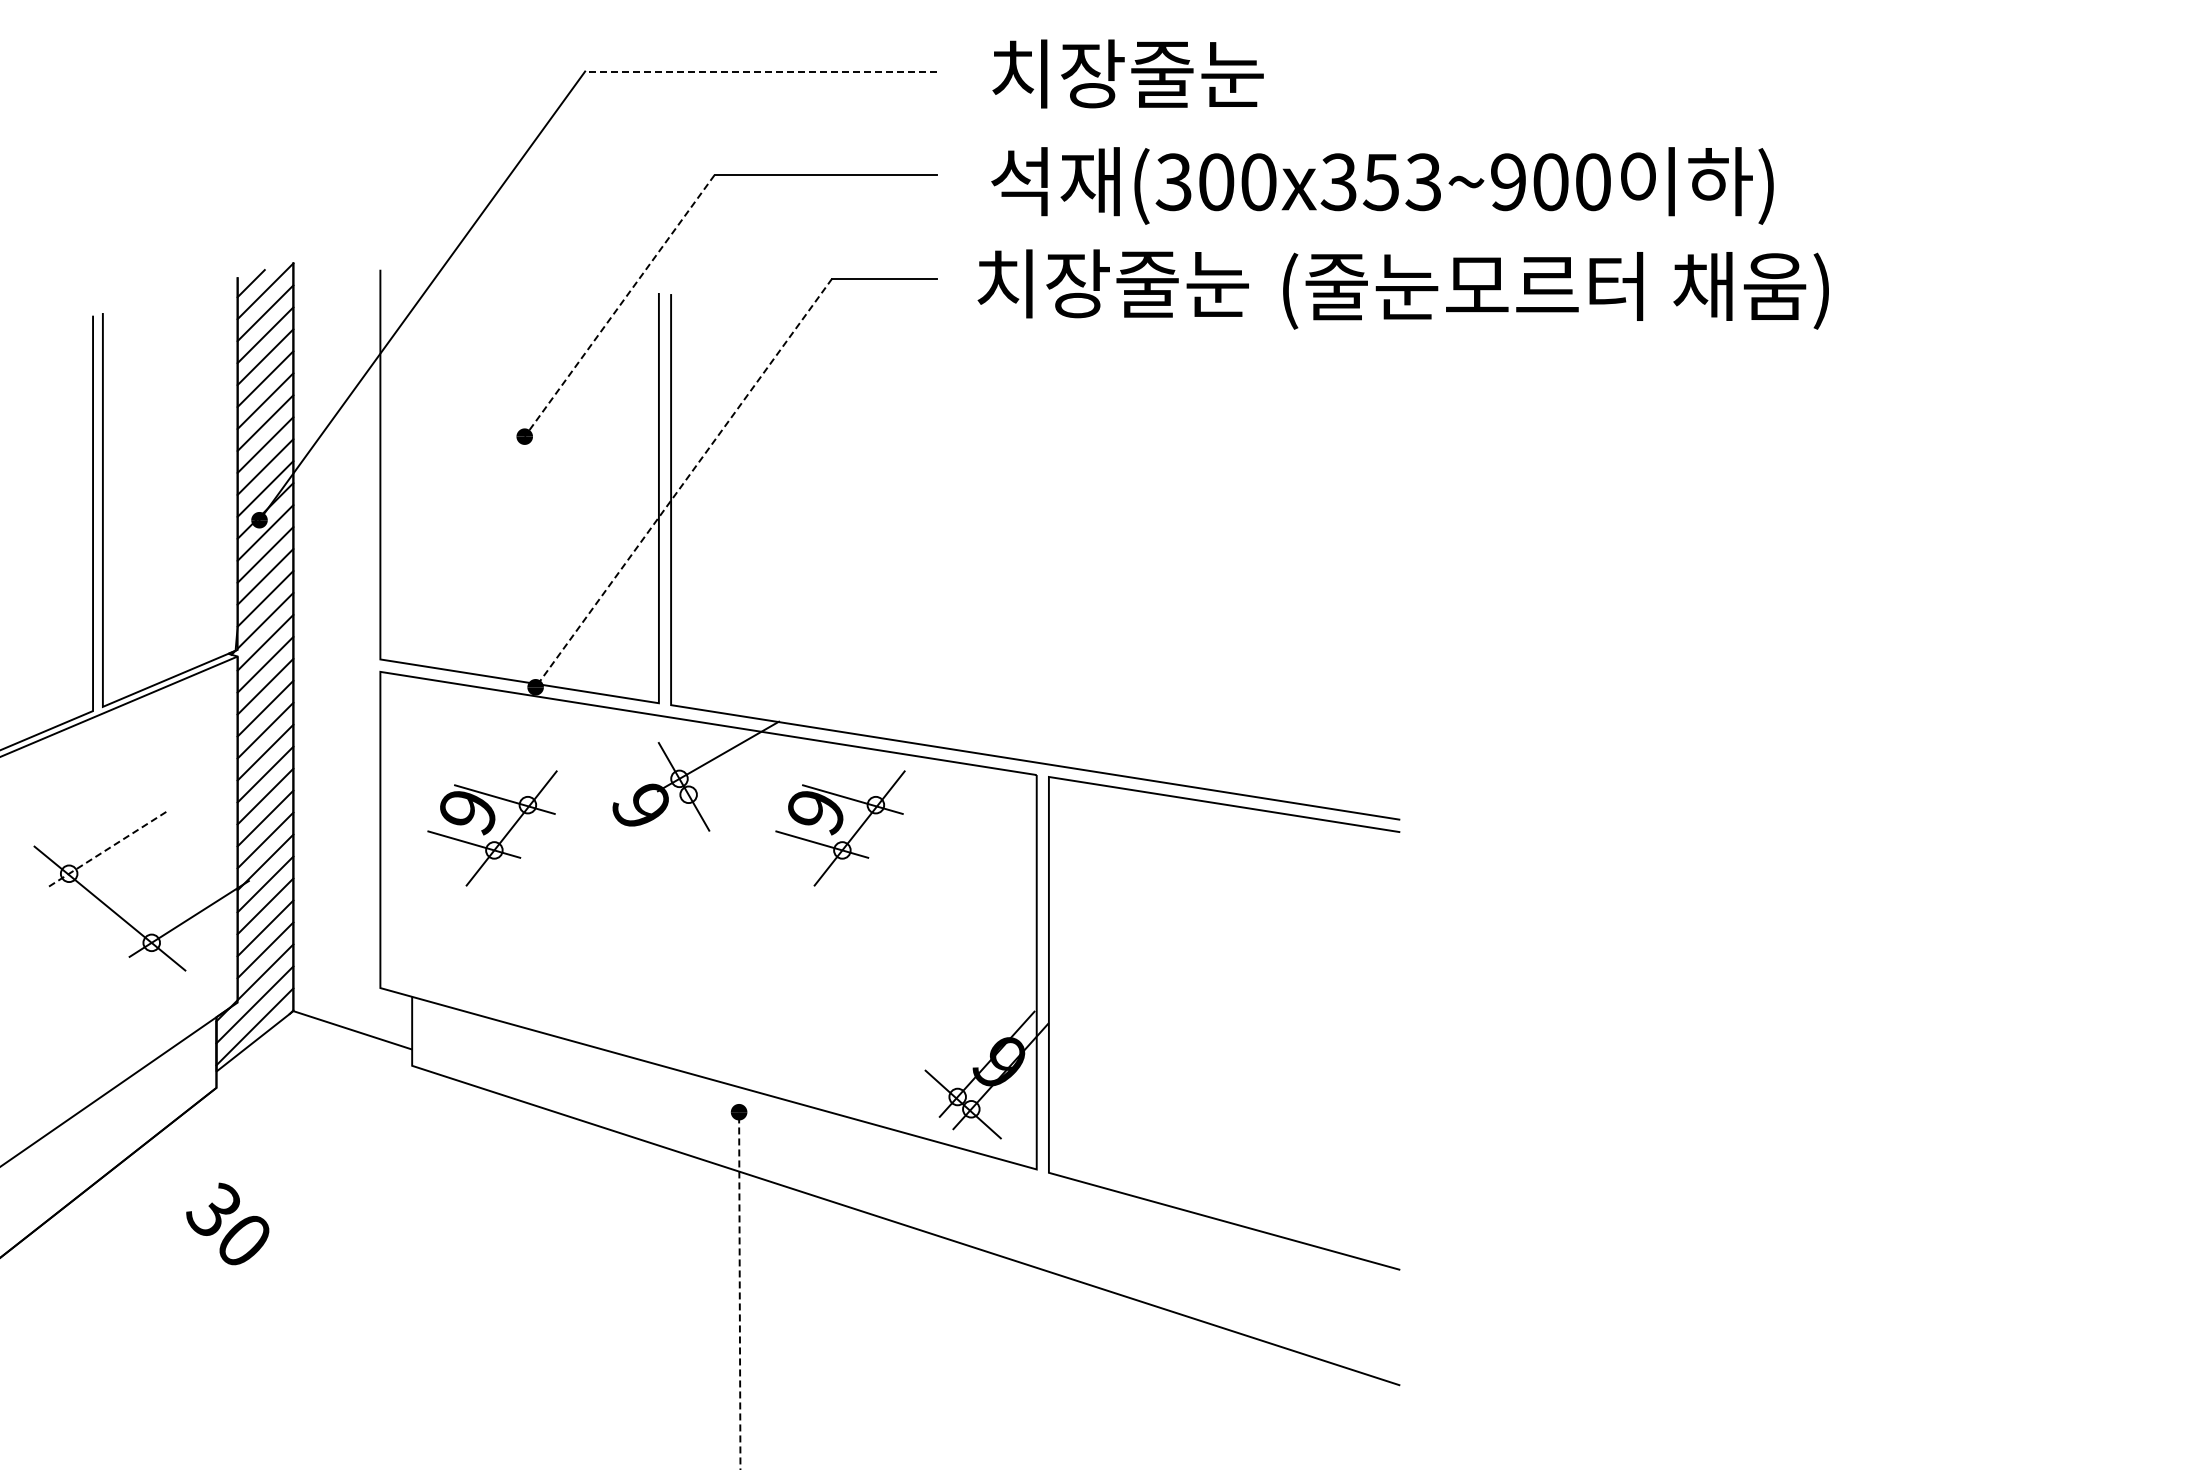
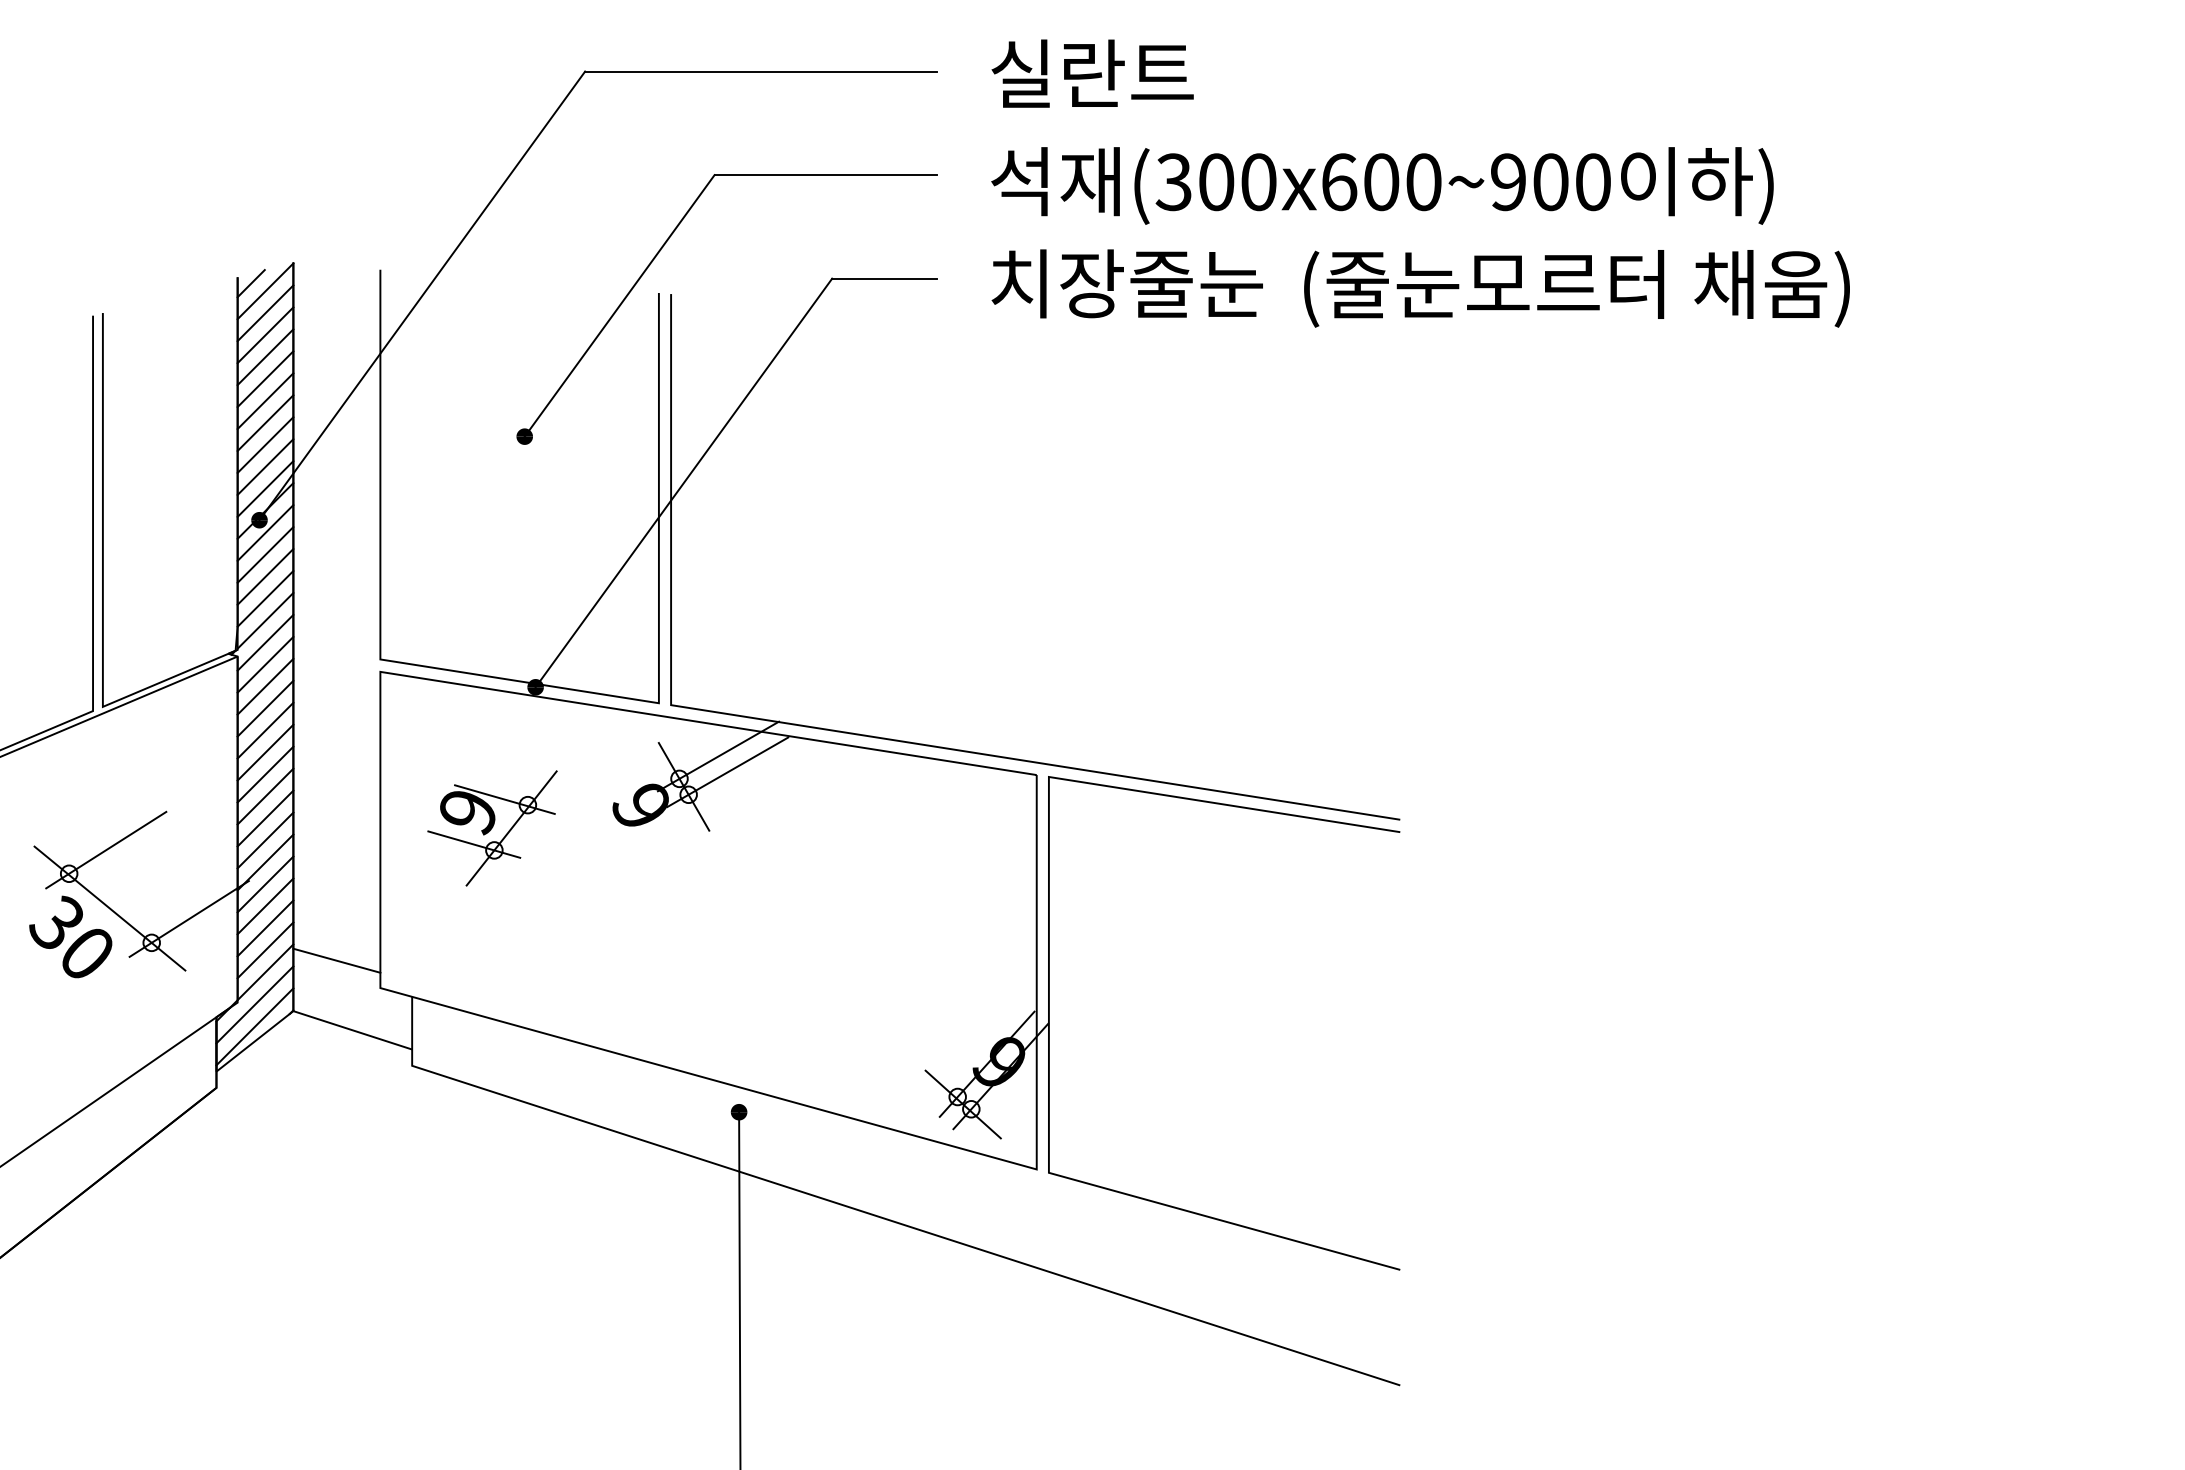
line at (760, 71): dashed -> solid
text at (1127, 74): 치장줄눈 -> 실란트
text at (1380, 182): (300x353~900 -> (300x600~900
text at (1112, 283) position: (1112, 283) -> (1126, 283)
text at (1555, 290) position: (1555, 290) -> (1576, 288)
line at (619, 305): dashed -> solid
line at (683, 483): dashed -> solid
line at (727, 772): none -> present
part at (840, 828): present -> none
line at (105, 850): dashed -> solid
line at (336, 960): none -> present
text at (227, 1223) position: (227, 1223) -> (70, 936)
line at (739, 1290): dashed -> solid
